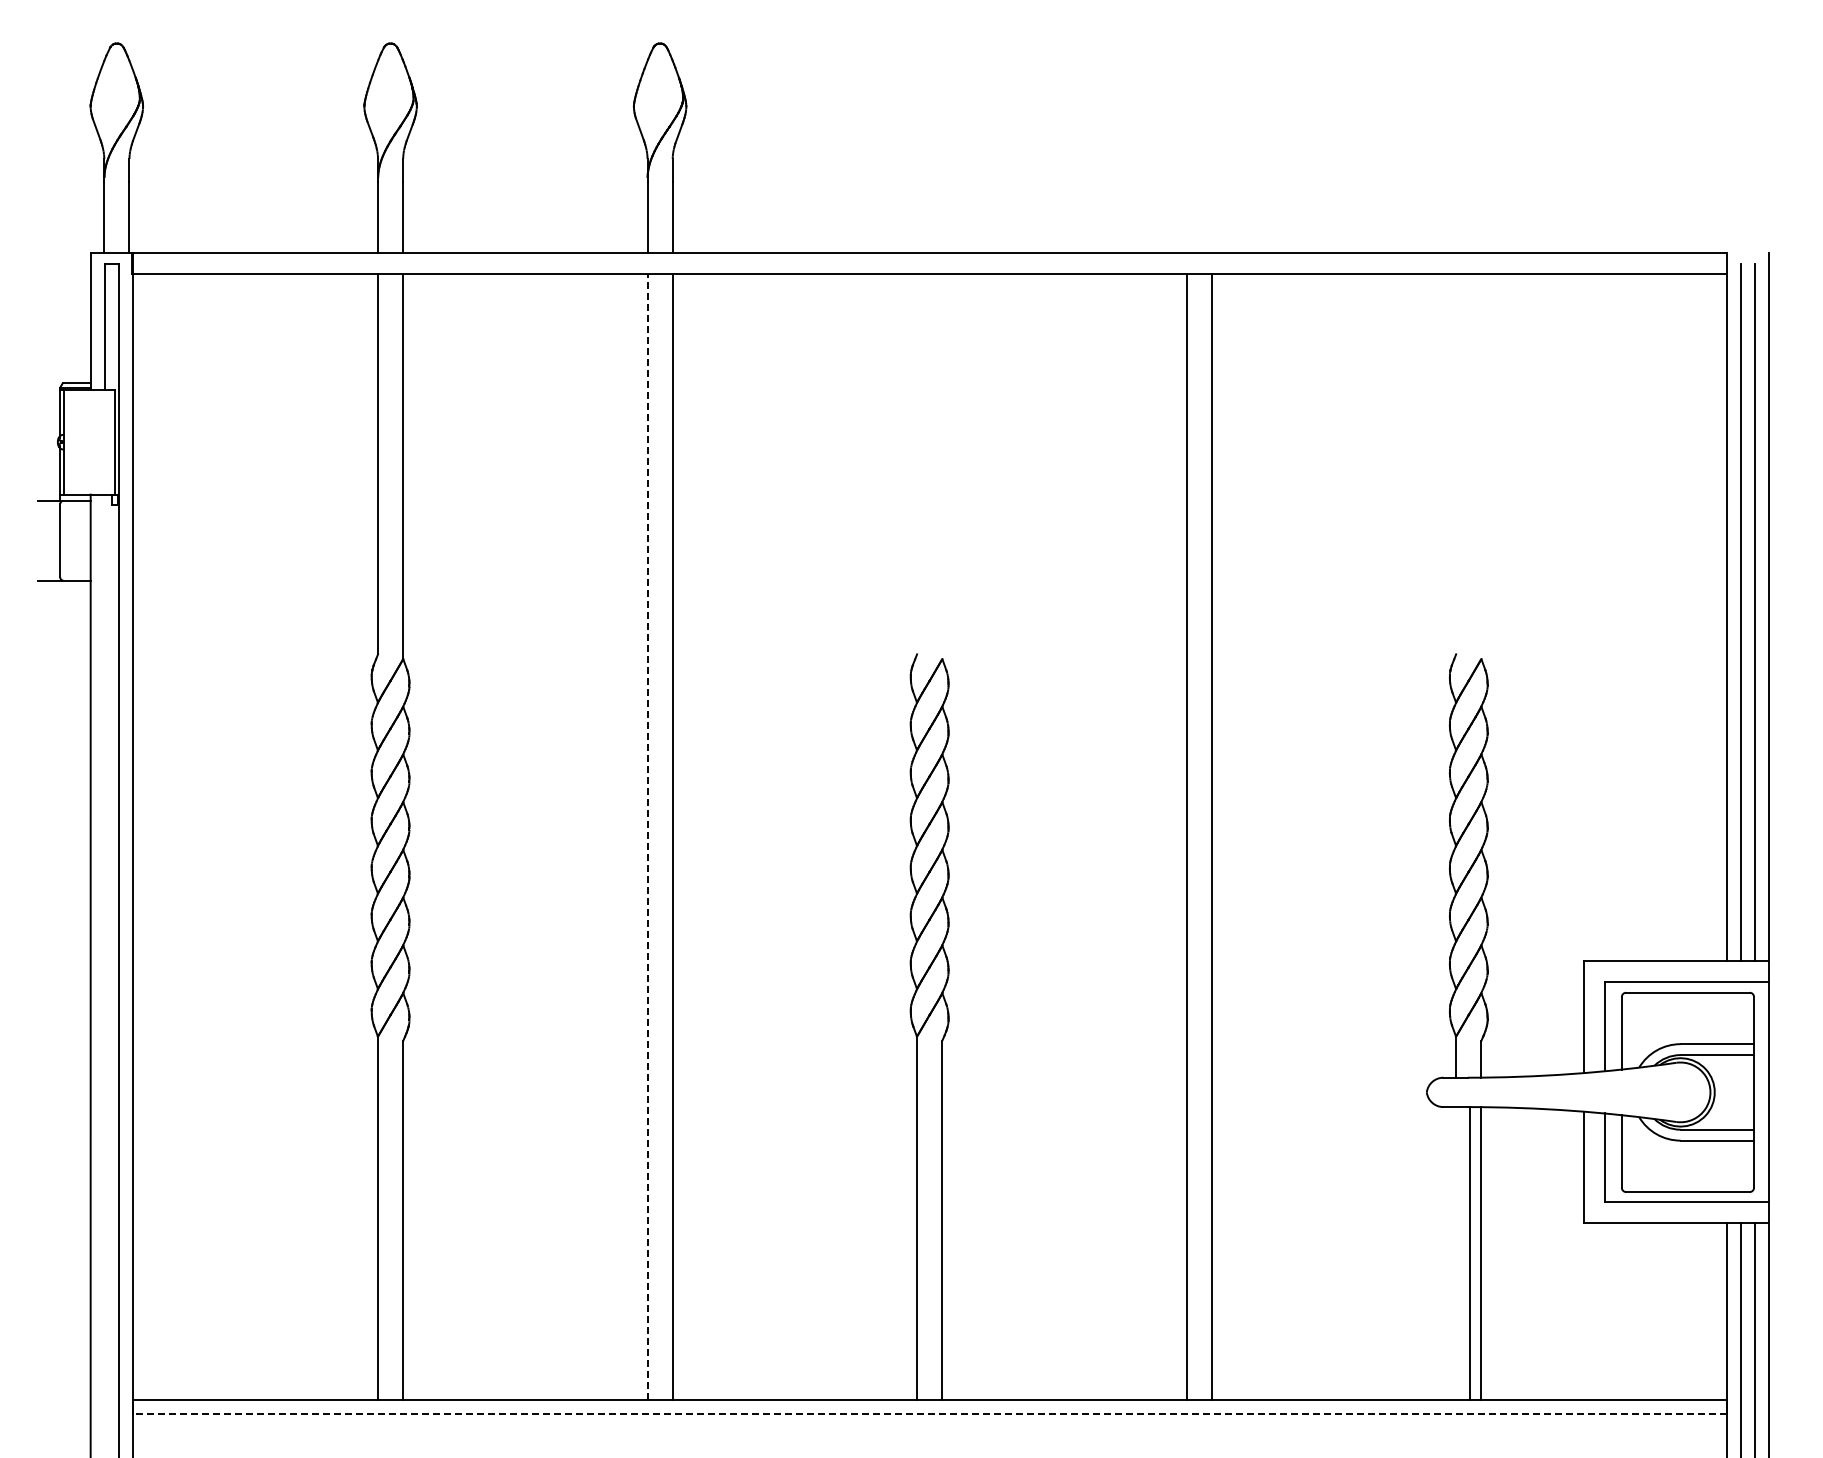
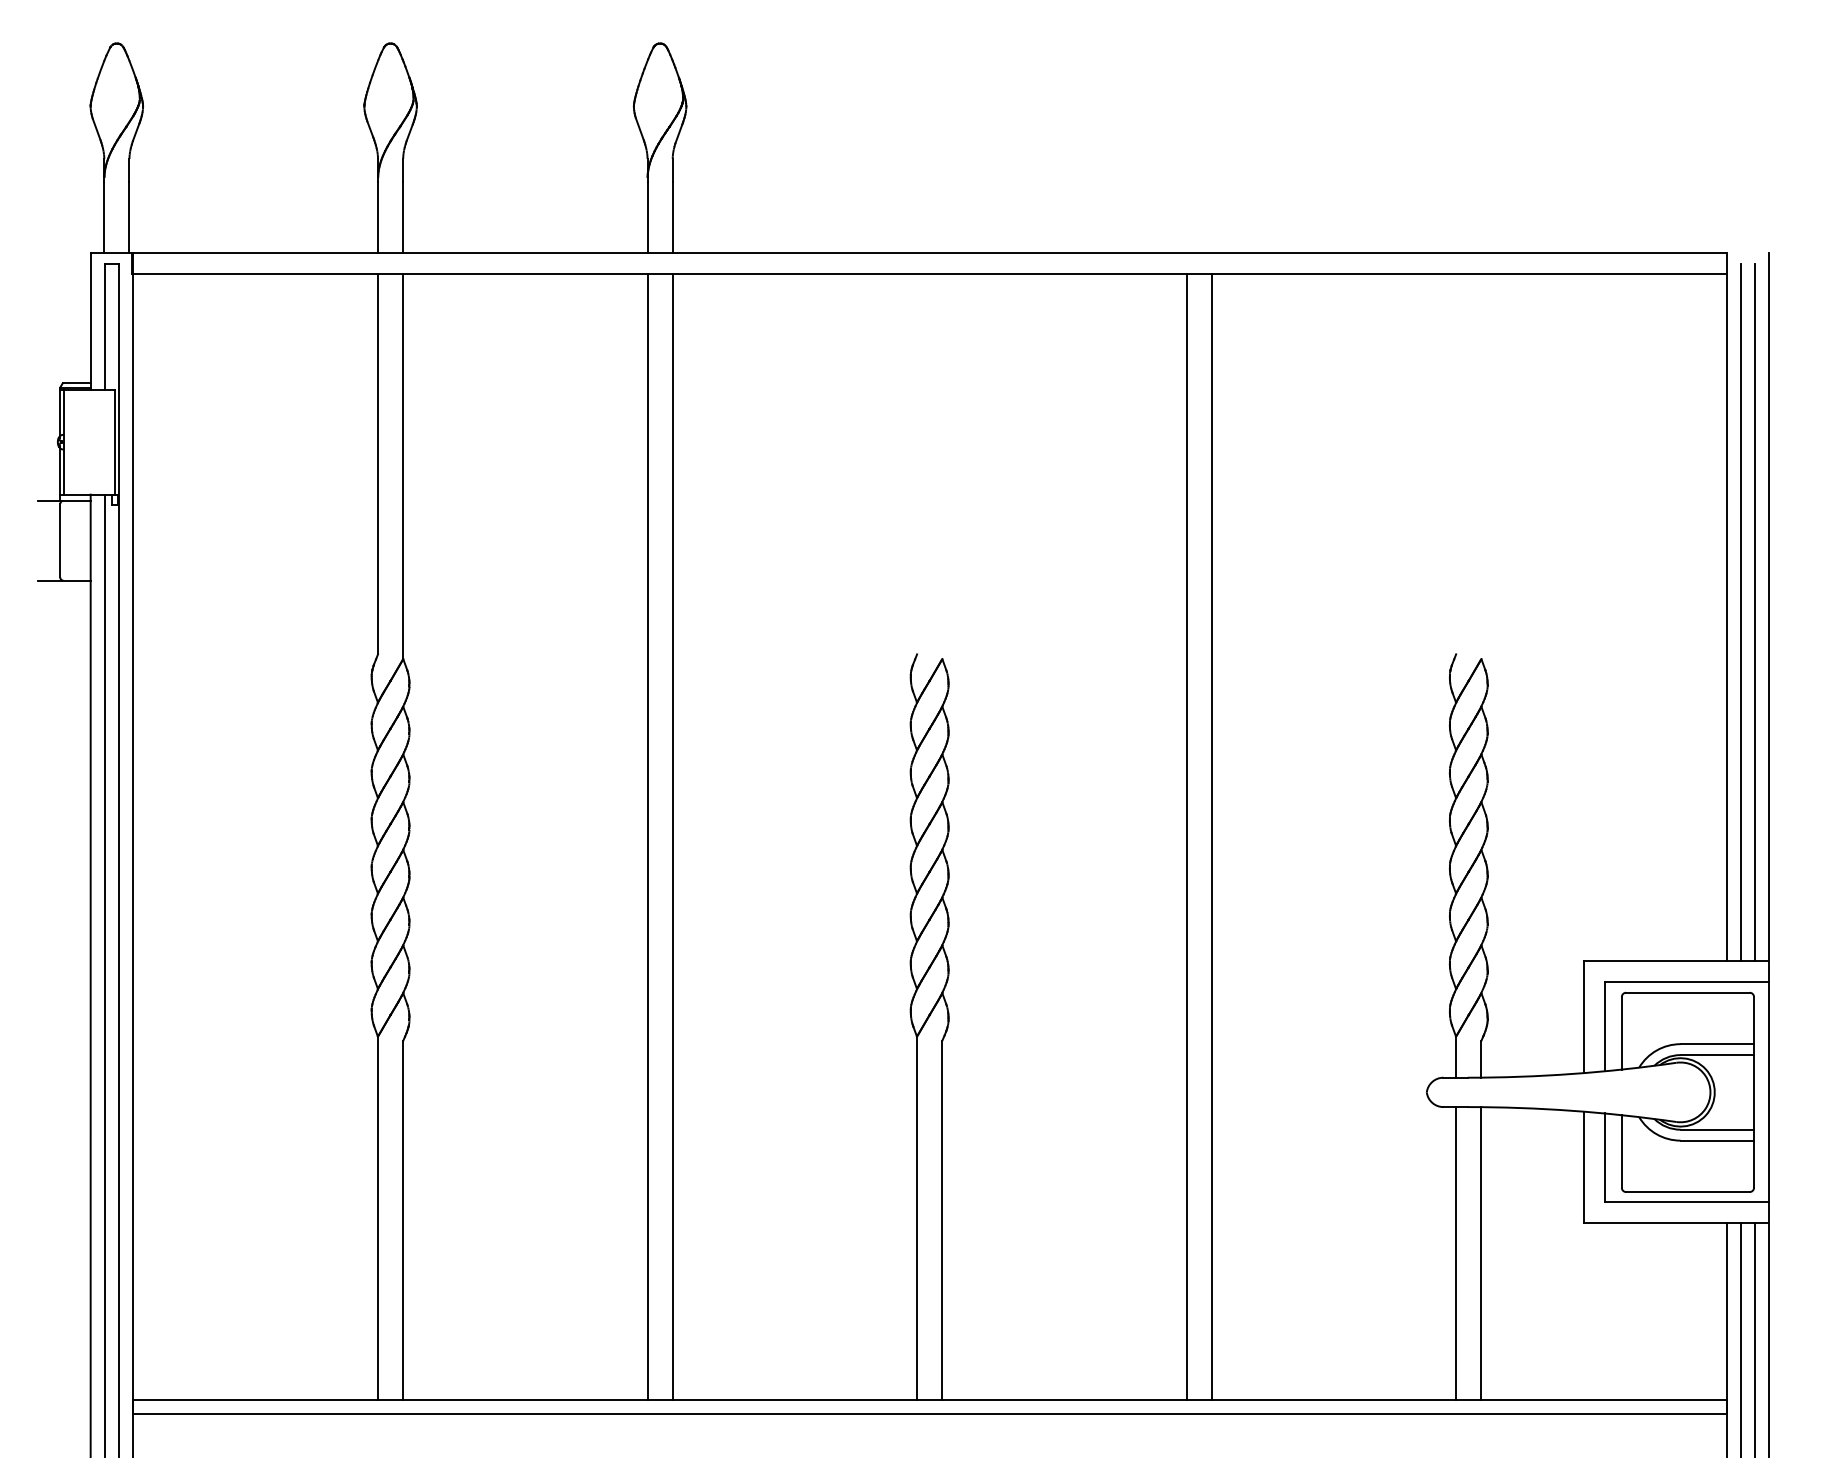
line at (647, 836): dashed -> solid
line at (104, 974): none -> present
line at (1470, 1253) position: (1470, 1253) -> (1456, 1253)
line at (929, 1414): dashed -> solid
